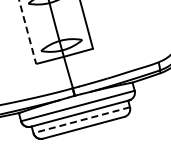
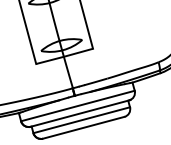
line at (27, 32): dashed -> solid
line at (81, 120): dashed -> solid
